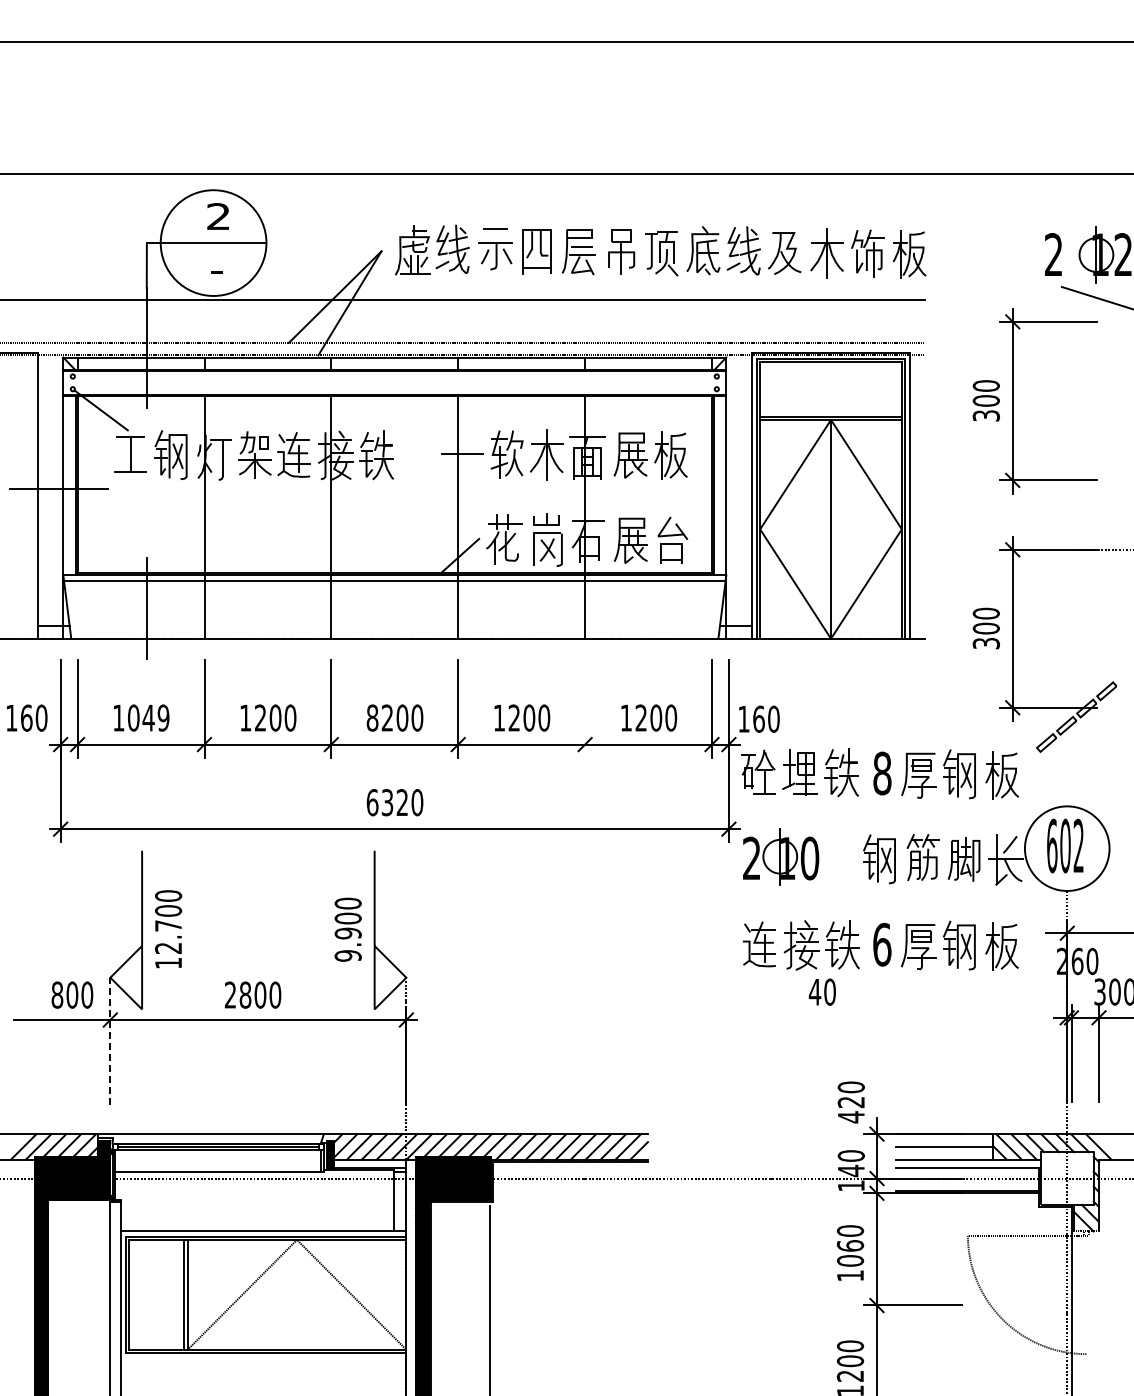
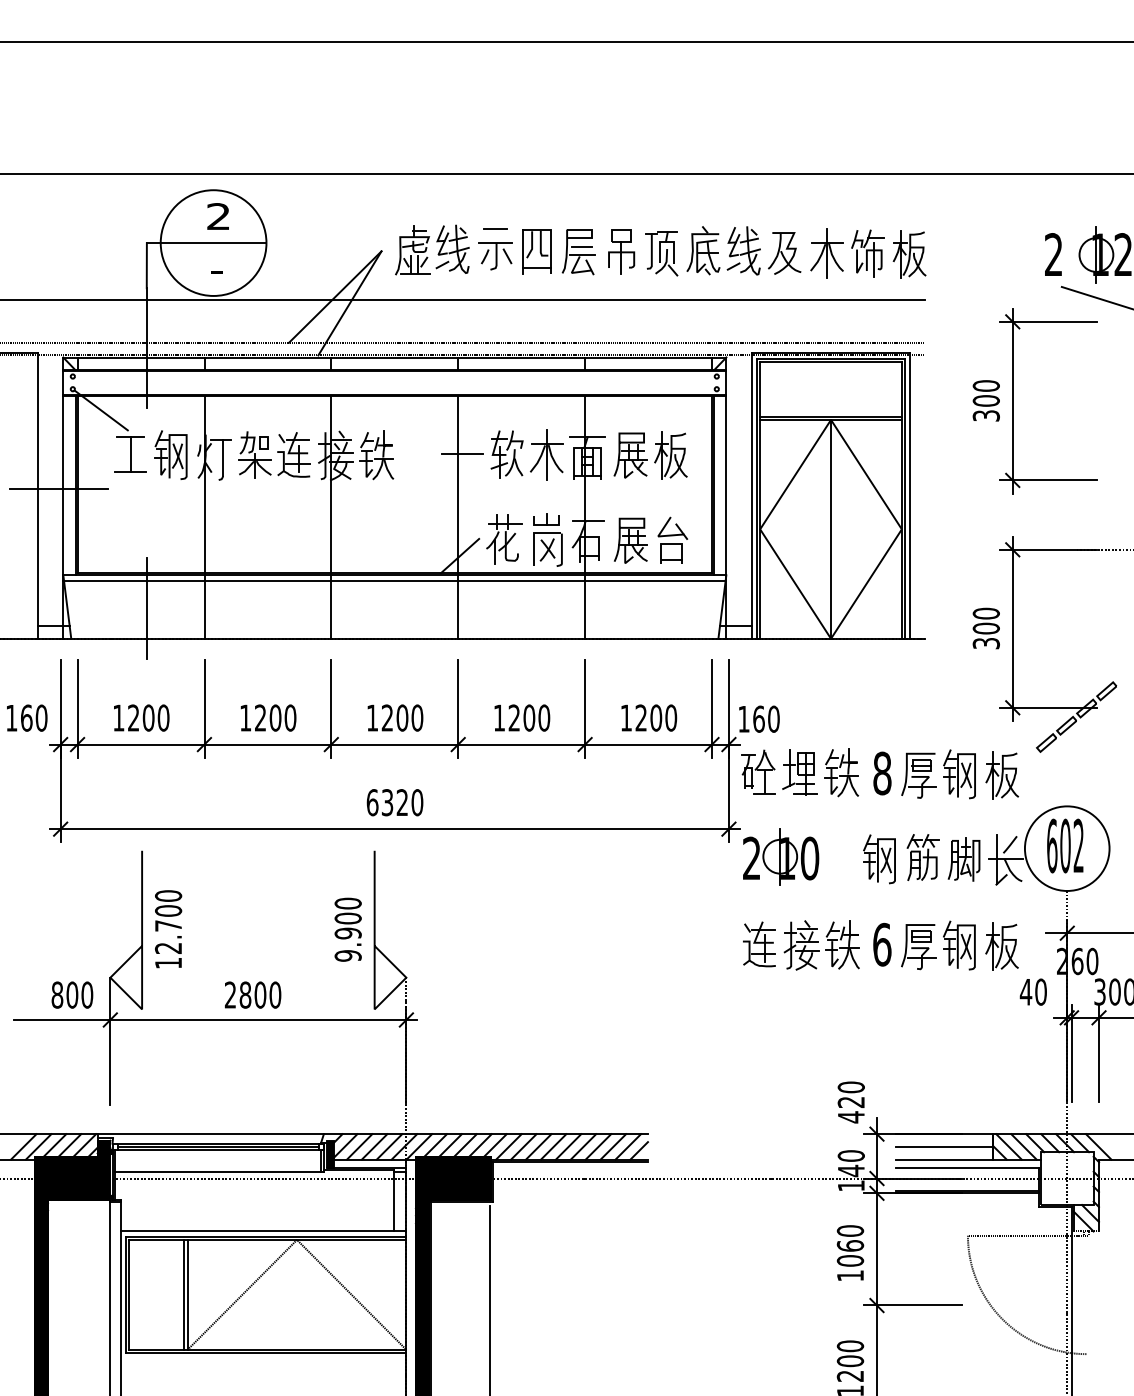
line at (585, 708): none -> present
text at (148, 717): 1049 -> 1200
text at (372, 717): 8200 -> 1200
text at (821, 991) position: (821, 991) -> (1032, 991)
line at (110, 1040): dashed -> solid
